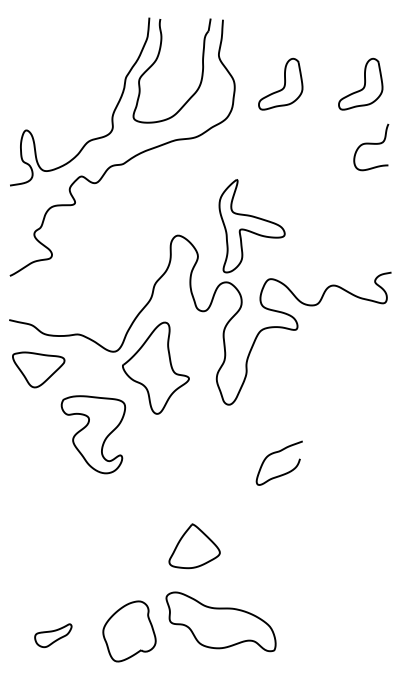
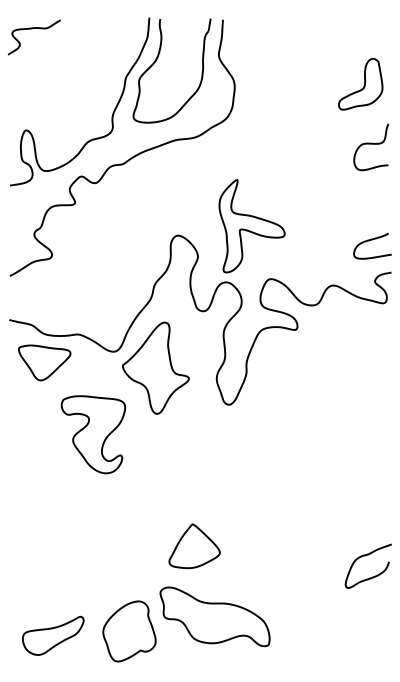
curve at (33, 29): none -> present
part at (280, 83): present -> none
curve at (369, 241): none -> present
part at (38, 369) position: (38, 369) -> (44, 362)
curve at (276, 453) position: (276, 453) -> (365, 556)
part at (220, 621) position: (220, 621) -> (214, 616)
part at (53, 635) size: 39x26 px -> 63x41 px
